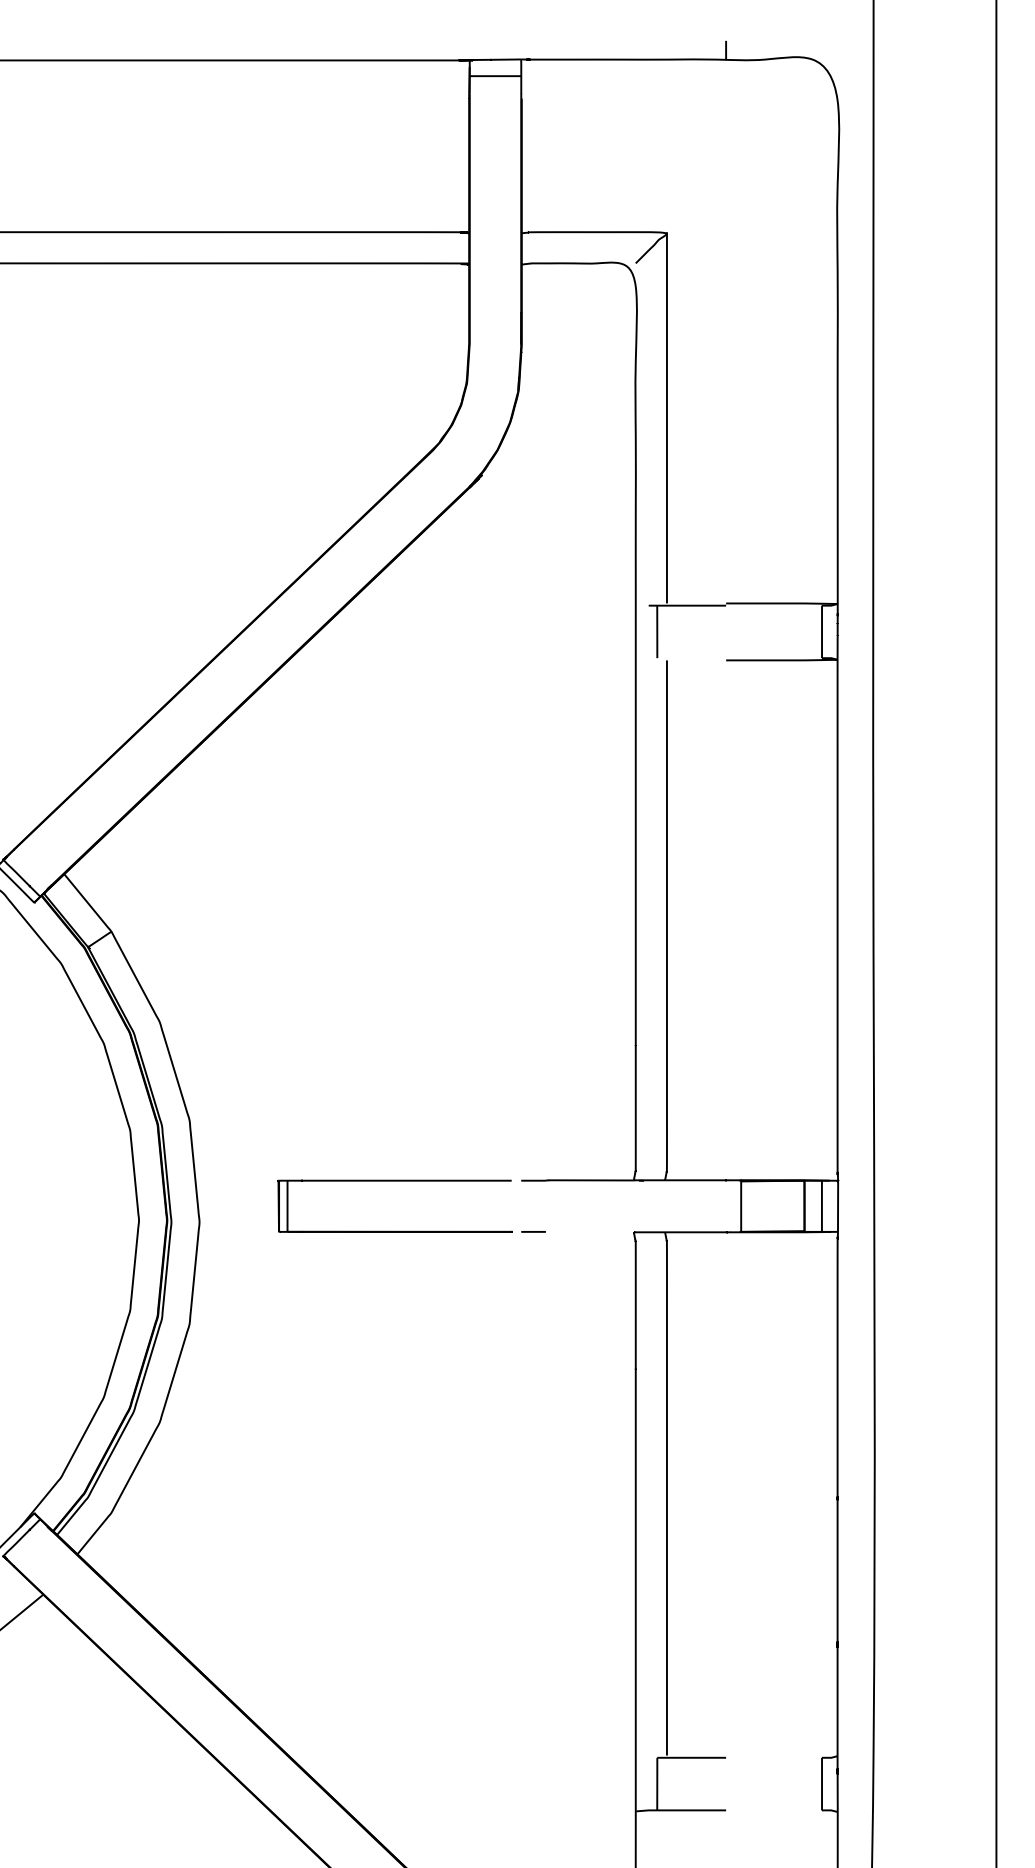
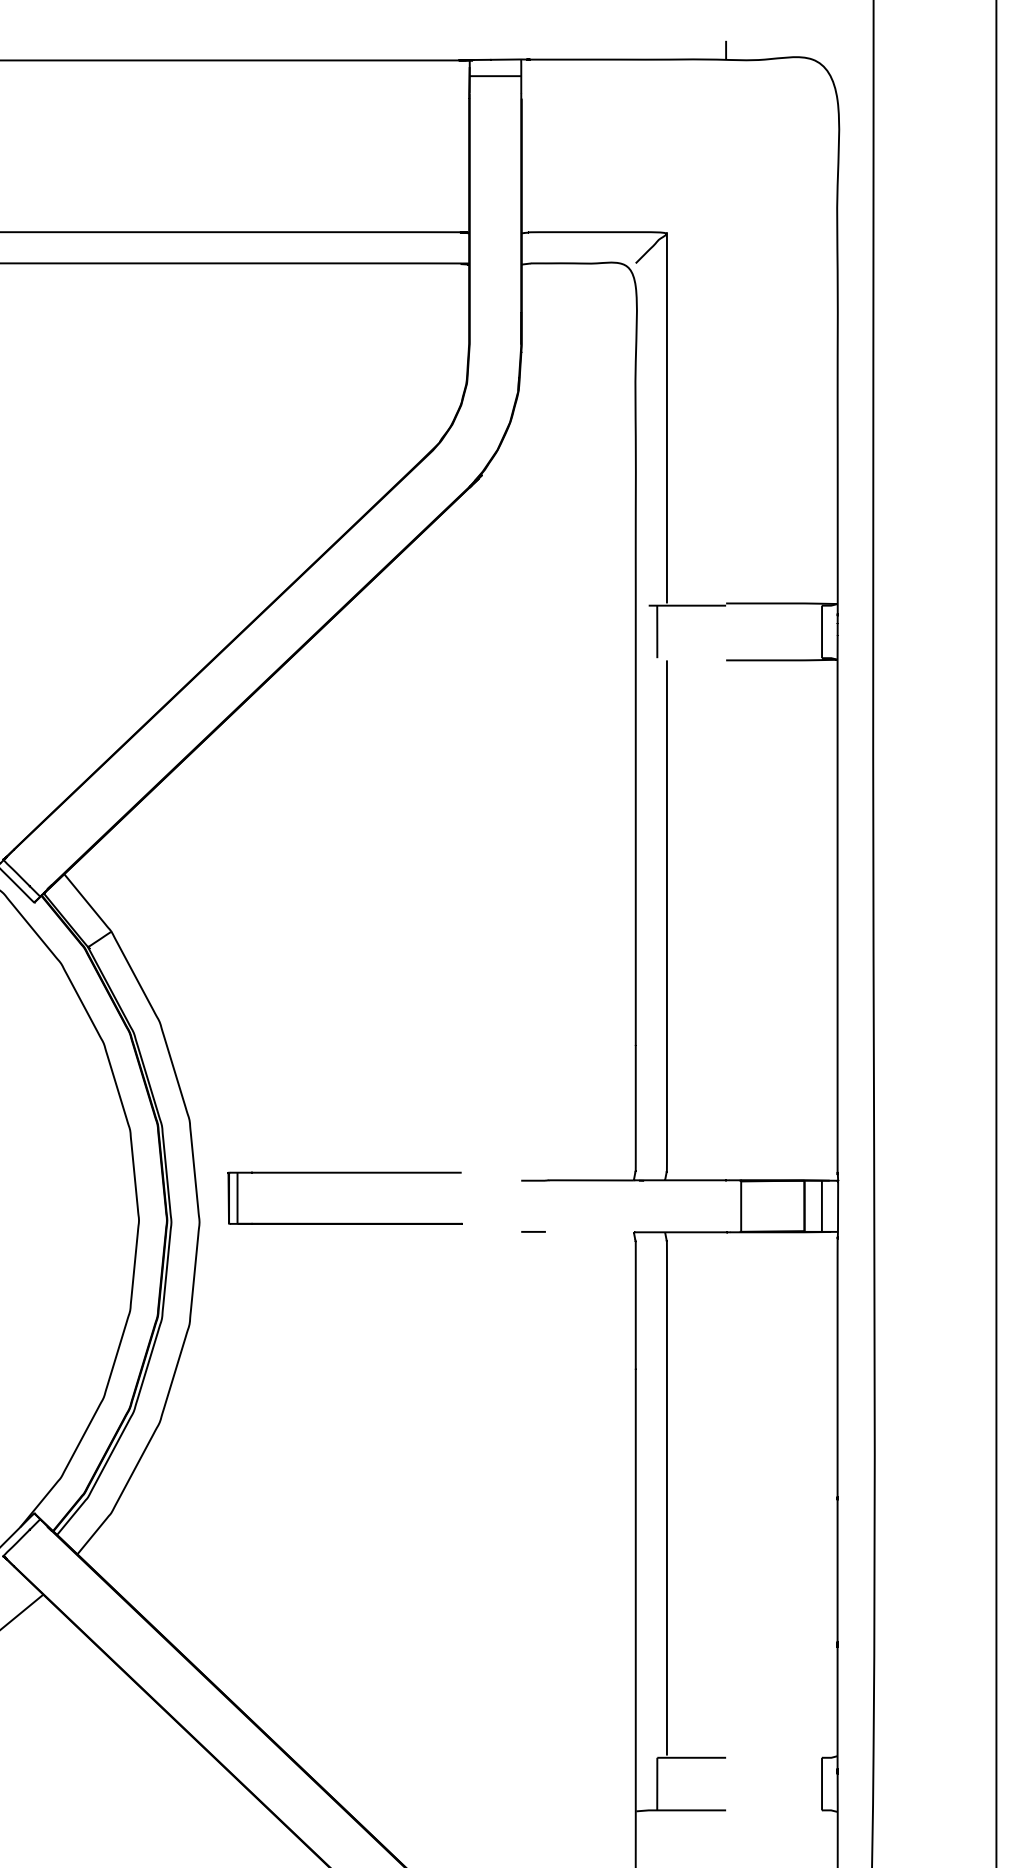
part at (394, 1181) position: (394, 1181) -> (344, 1173)
